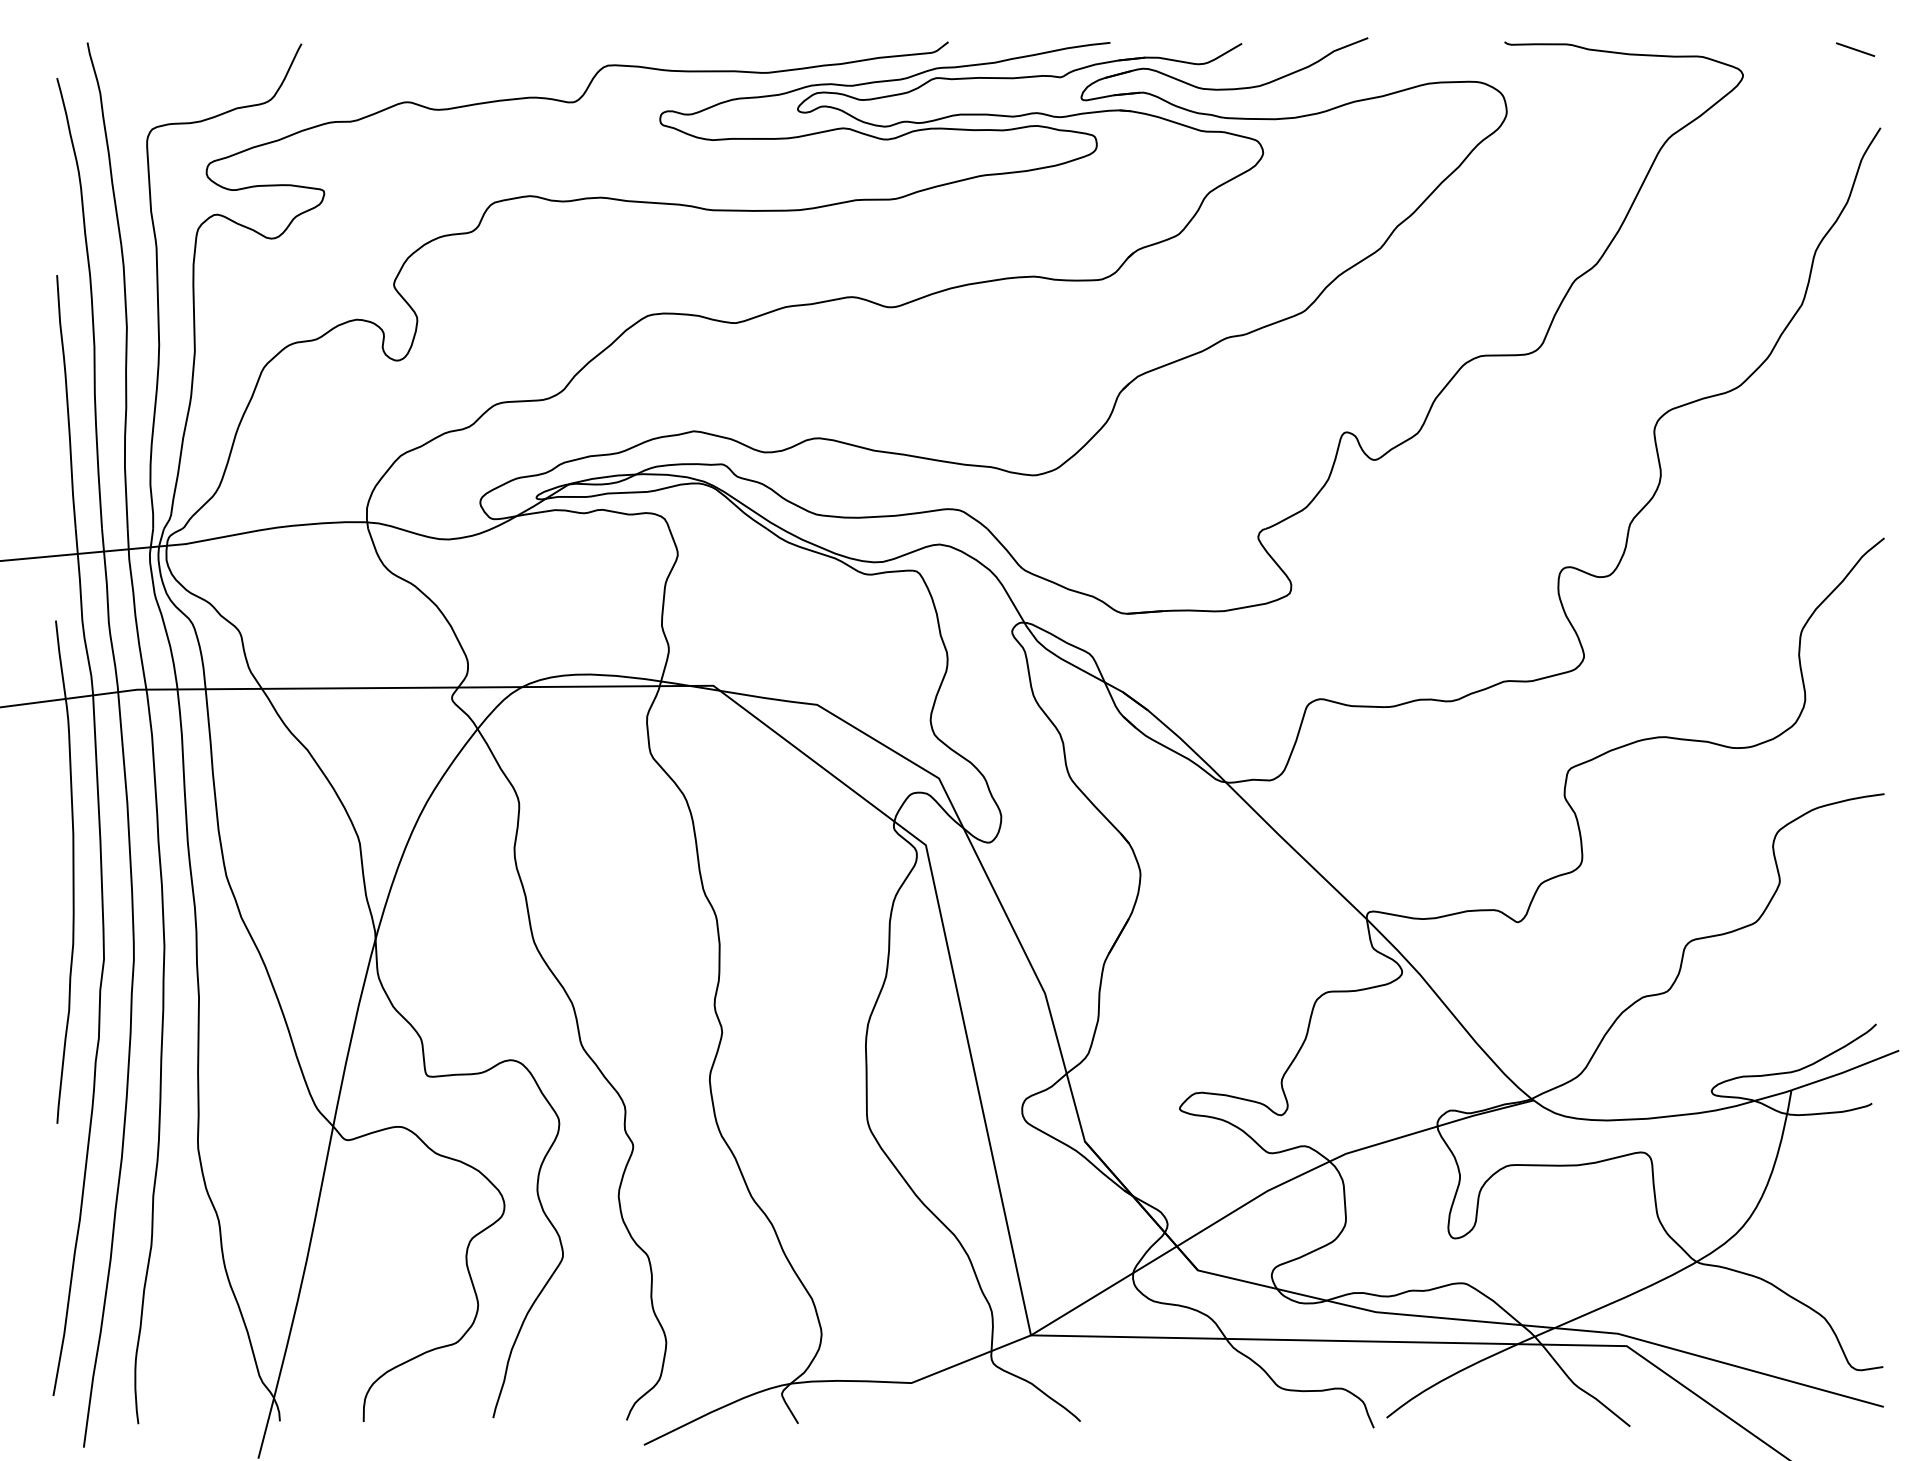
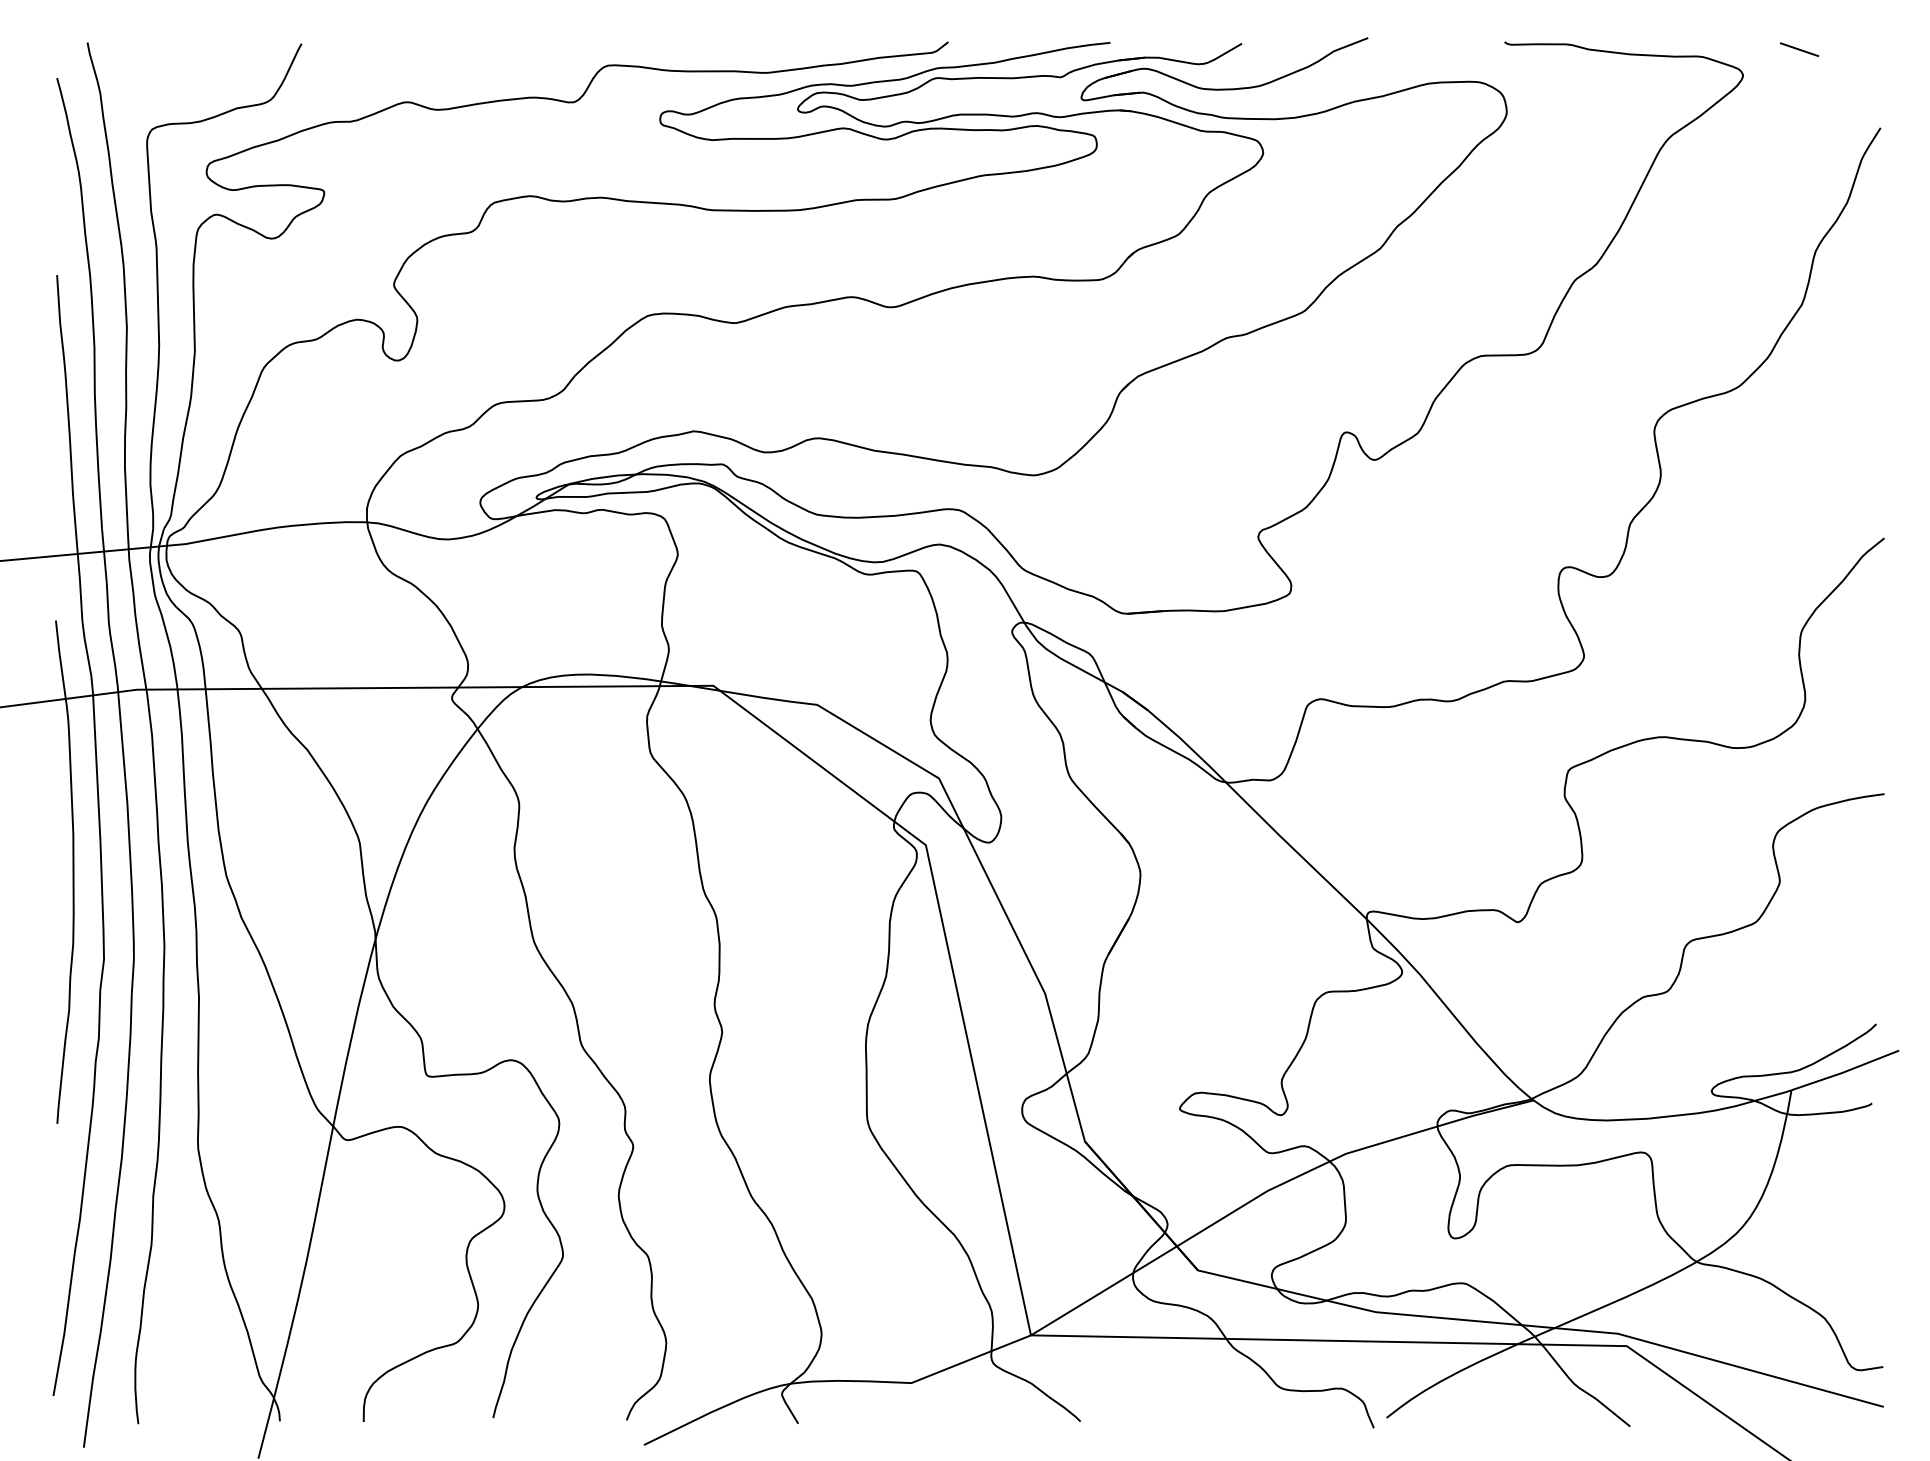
line at (1855, 49) position: (1855, 49) -> (1799, 49)
